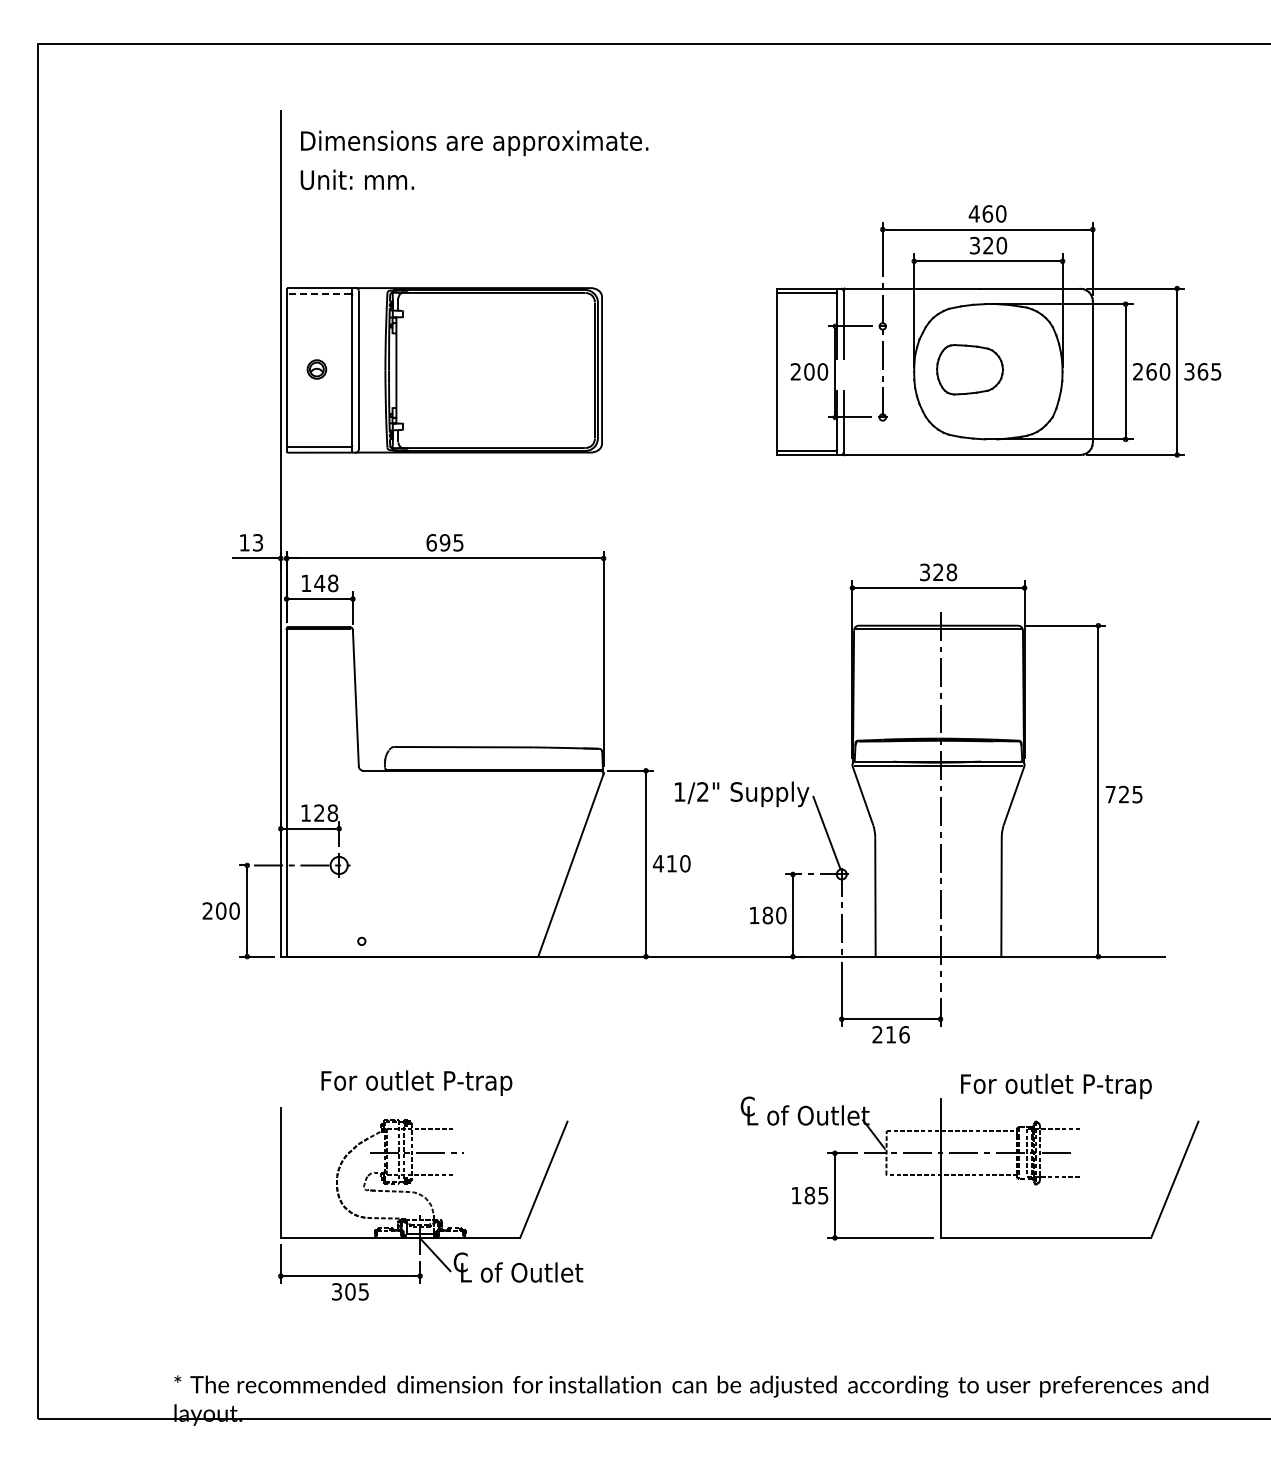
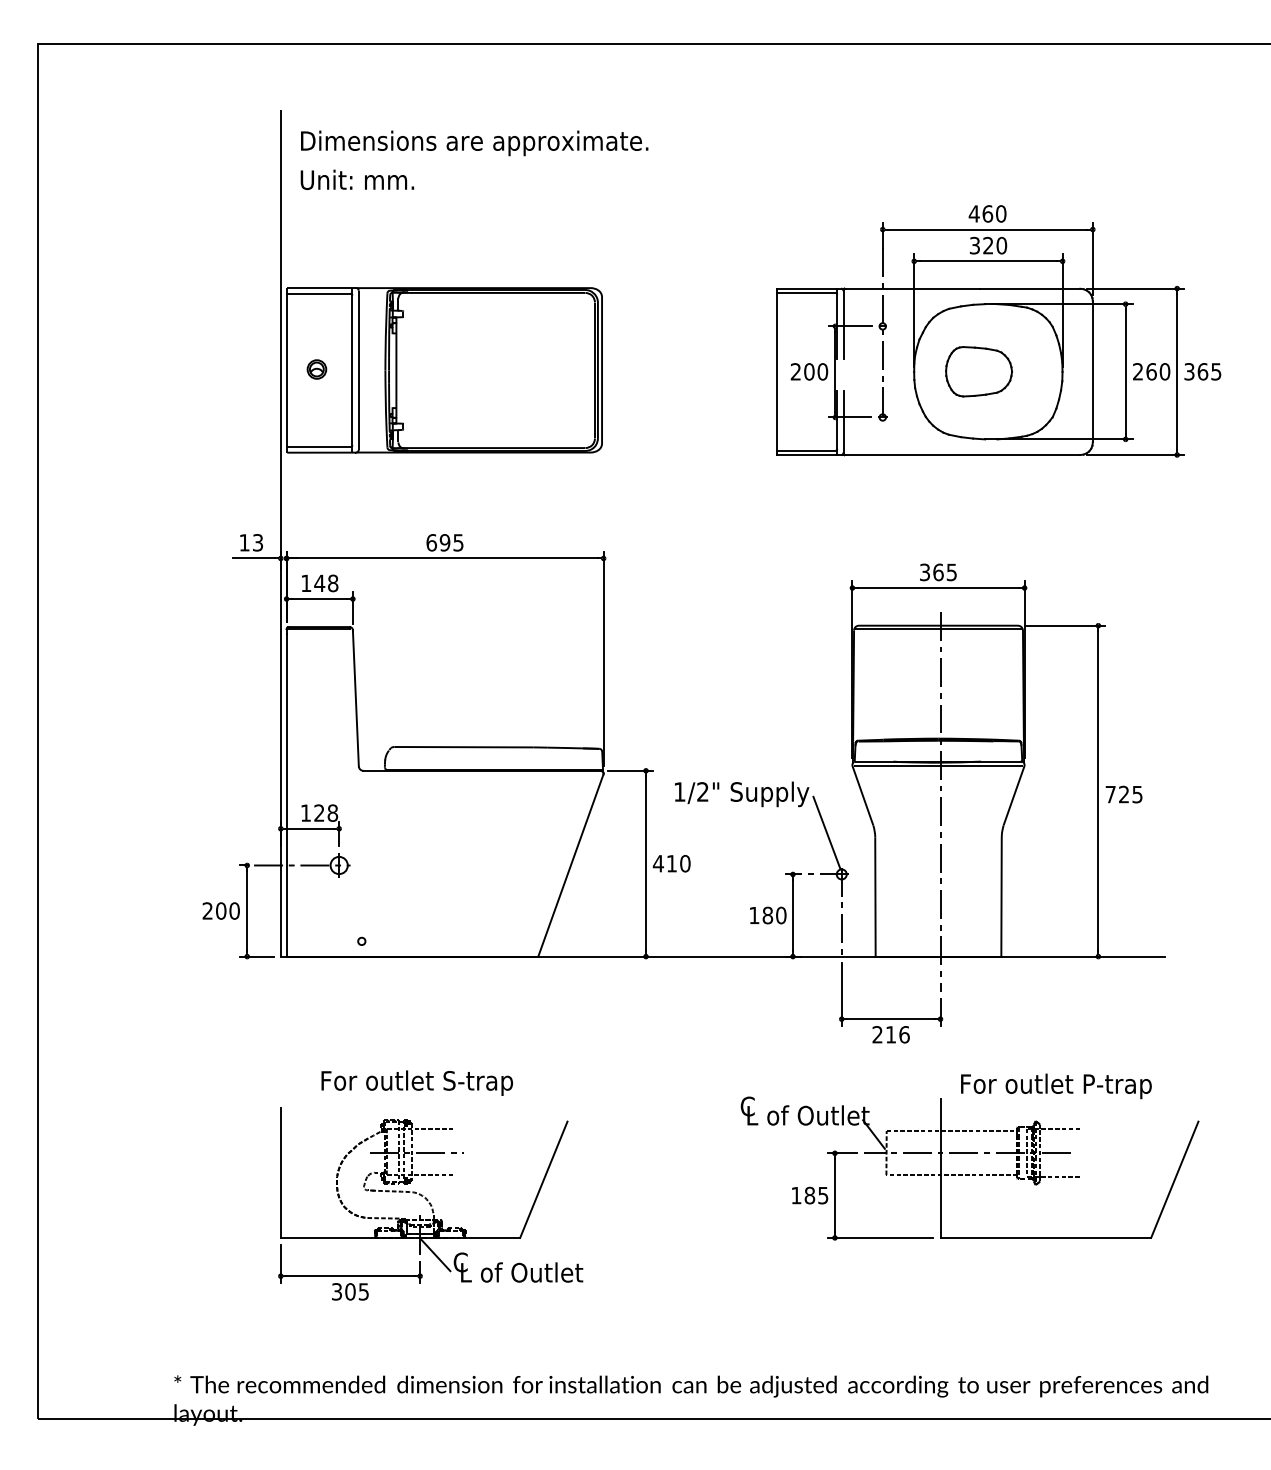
line at (318, 293): dashed -> solid
part at (969, 369) position: (969, 369) -> (978, 371)
text at (945, 572): 328 -> 365
text at (478, 1082): For outlet P-trap -> For outlet S-trap
